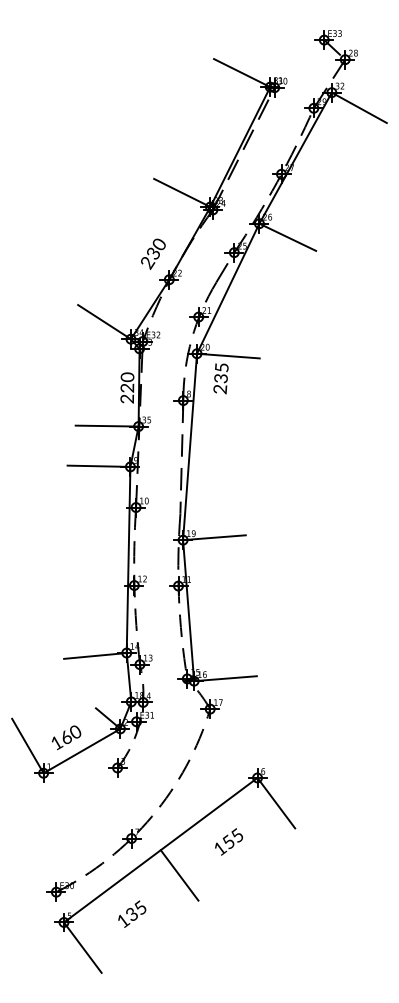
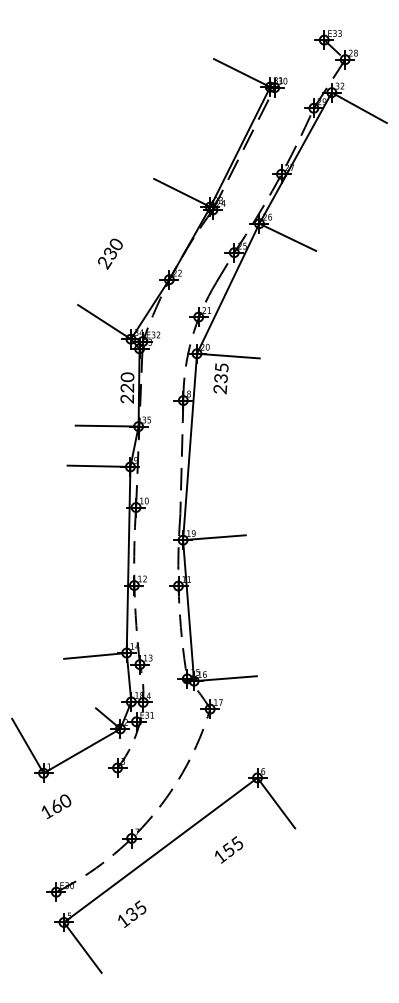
text at (153, 253) position: (153, 253) -> (110, 253)
text at (66, 737) position: (66, 737) -> (56, 806)
text at (229, 841) position: (229, 841) -> (229, 849)
line at (179, 875): present -> none
